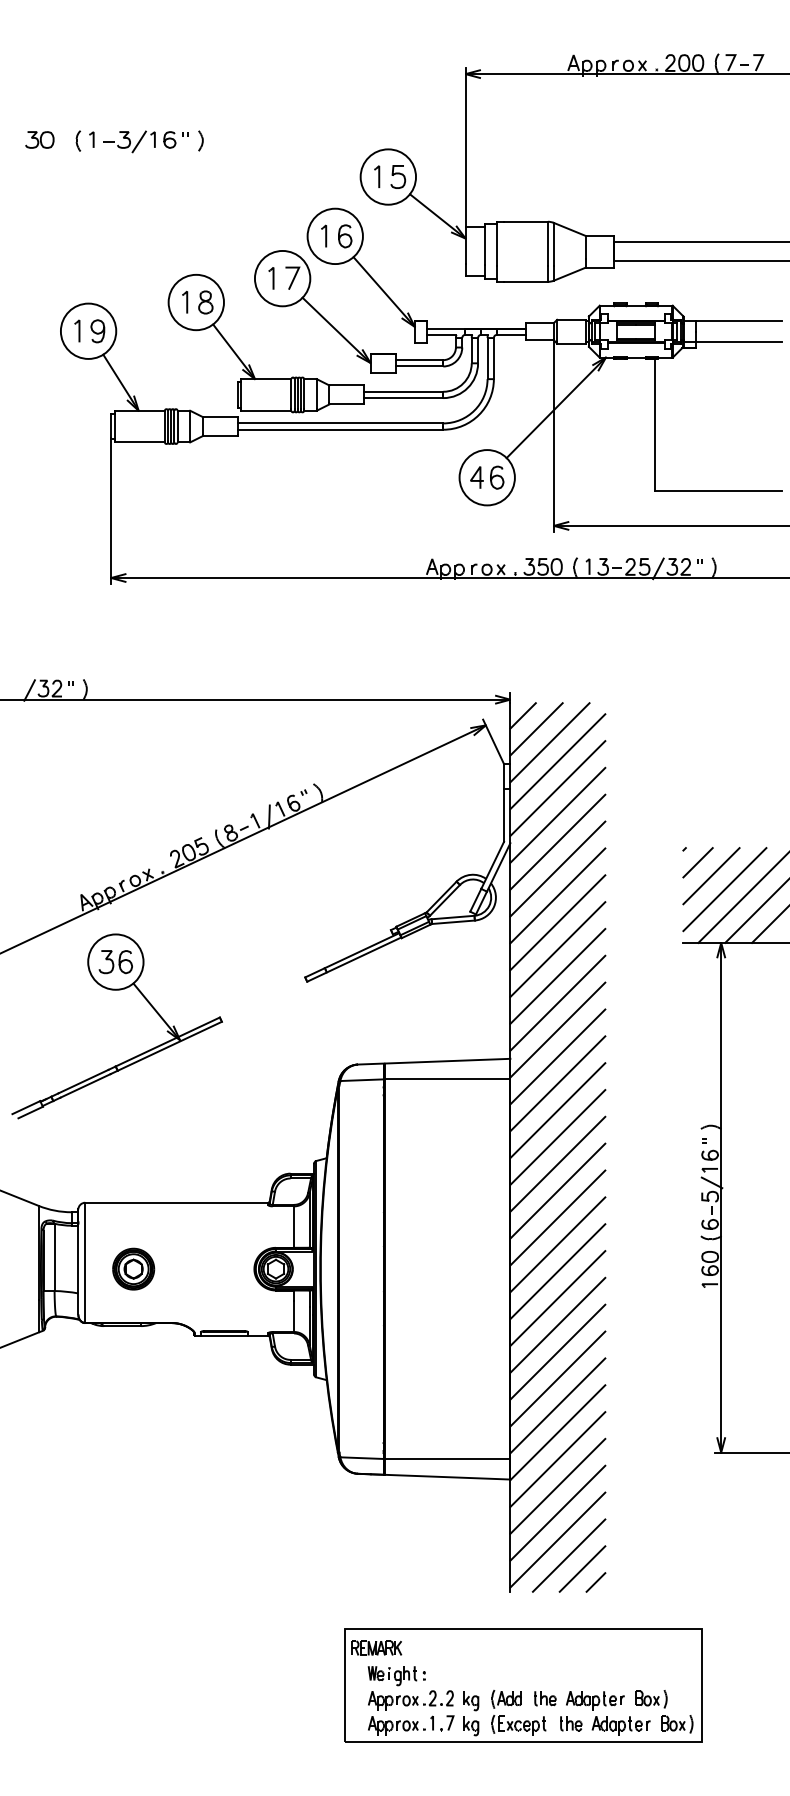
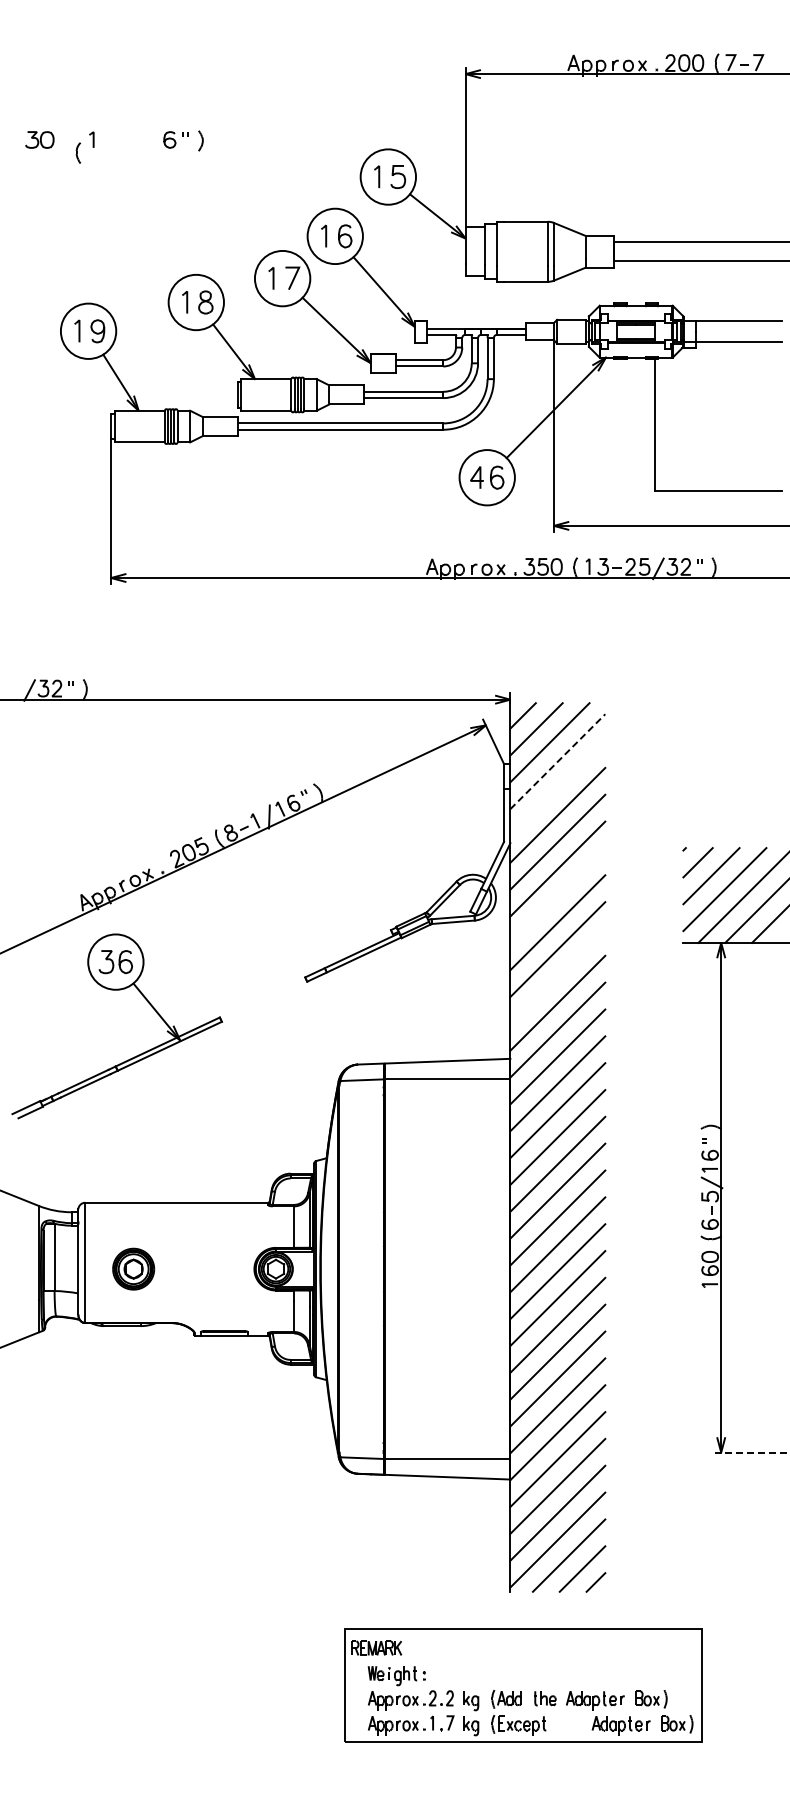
part at (78, 140) position: (78, 140) -> (78, 152)
part at (129, 141): present -> none
line at (558, 761): solid -> dashed
line at (557, 788): present -> none
line at (557, 895): present -> none
line at (557, 975): present -> none
line at (751, 1452): solid -> dashed
part at (571, 1723): present -> none
